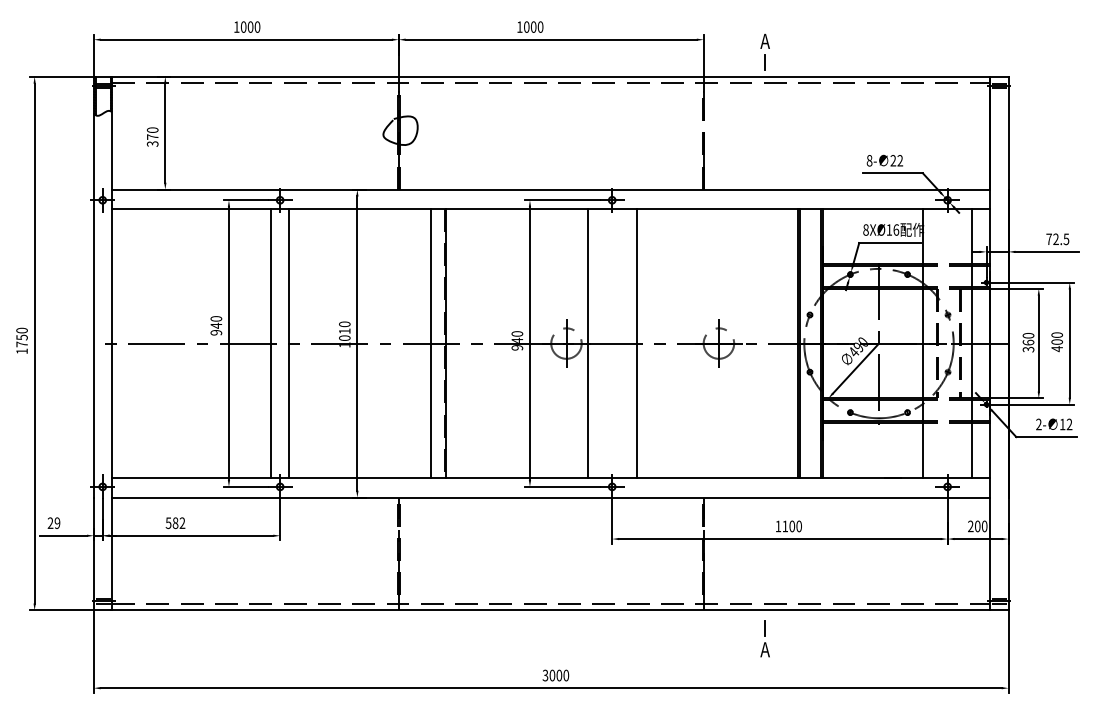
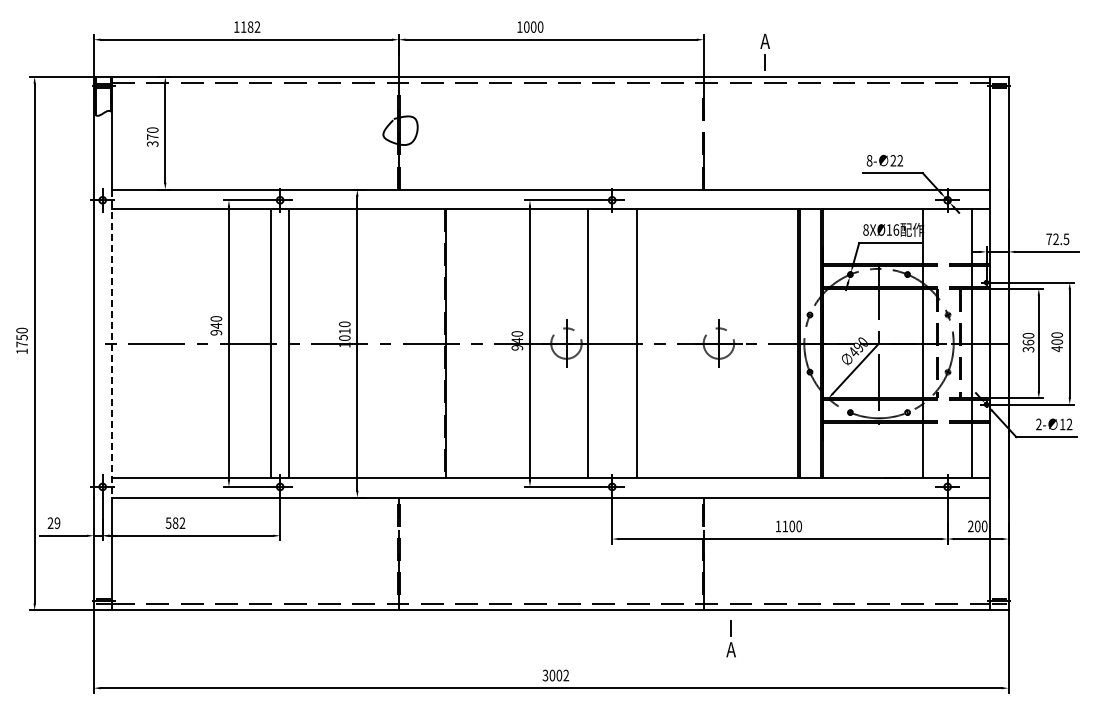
text at (250, 26): 1000 -> 1182
line at (112, 343): solid -> dashed
line at (430, 343): present -> none
part at (764, 638) position: (764, 638) -> (730, 638)
text at (566, 675): 3000 -> 3002
